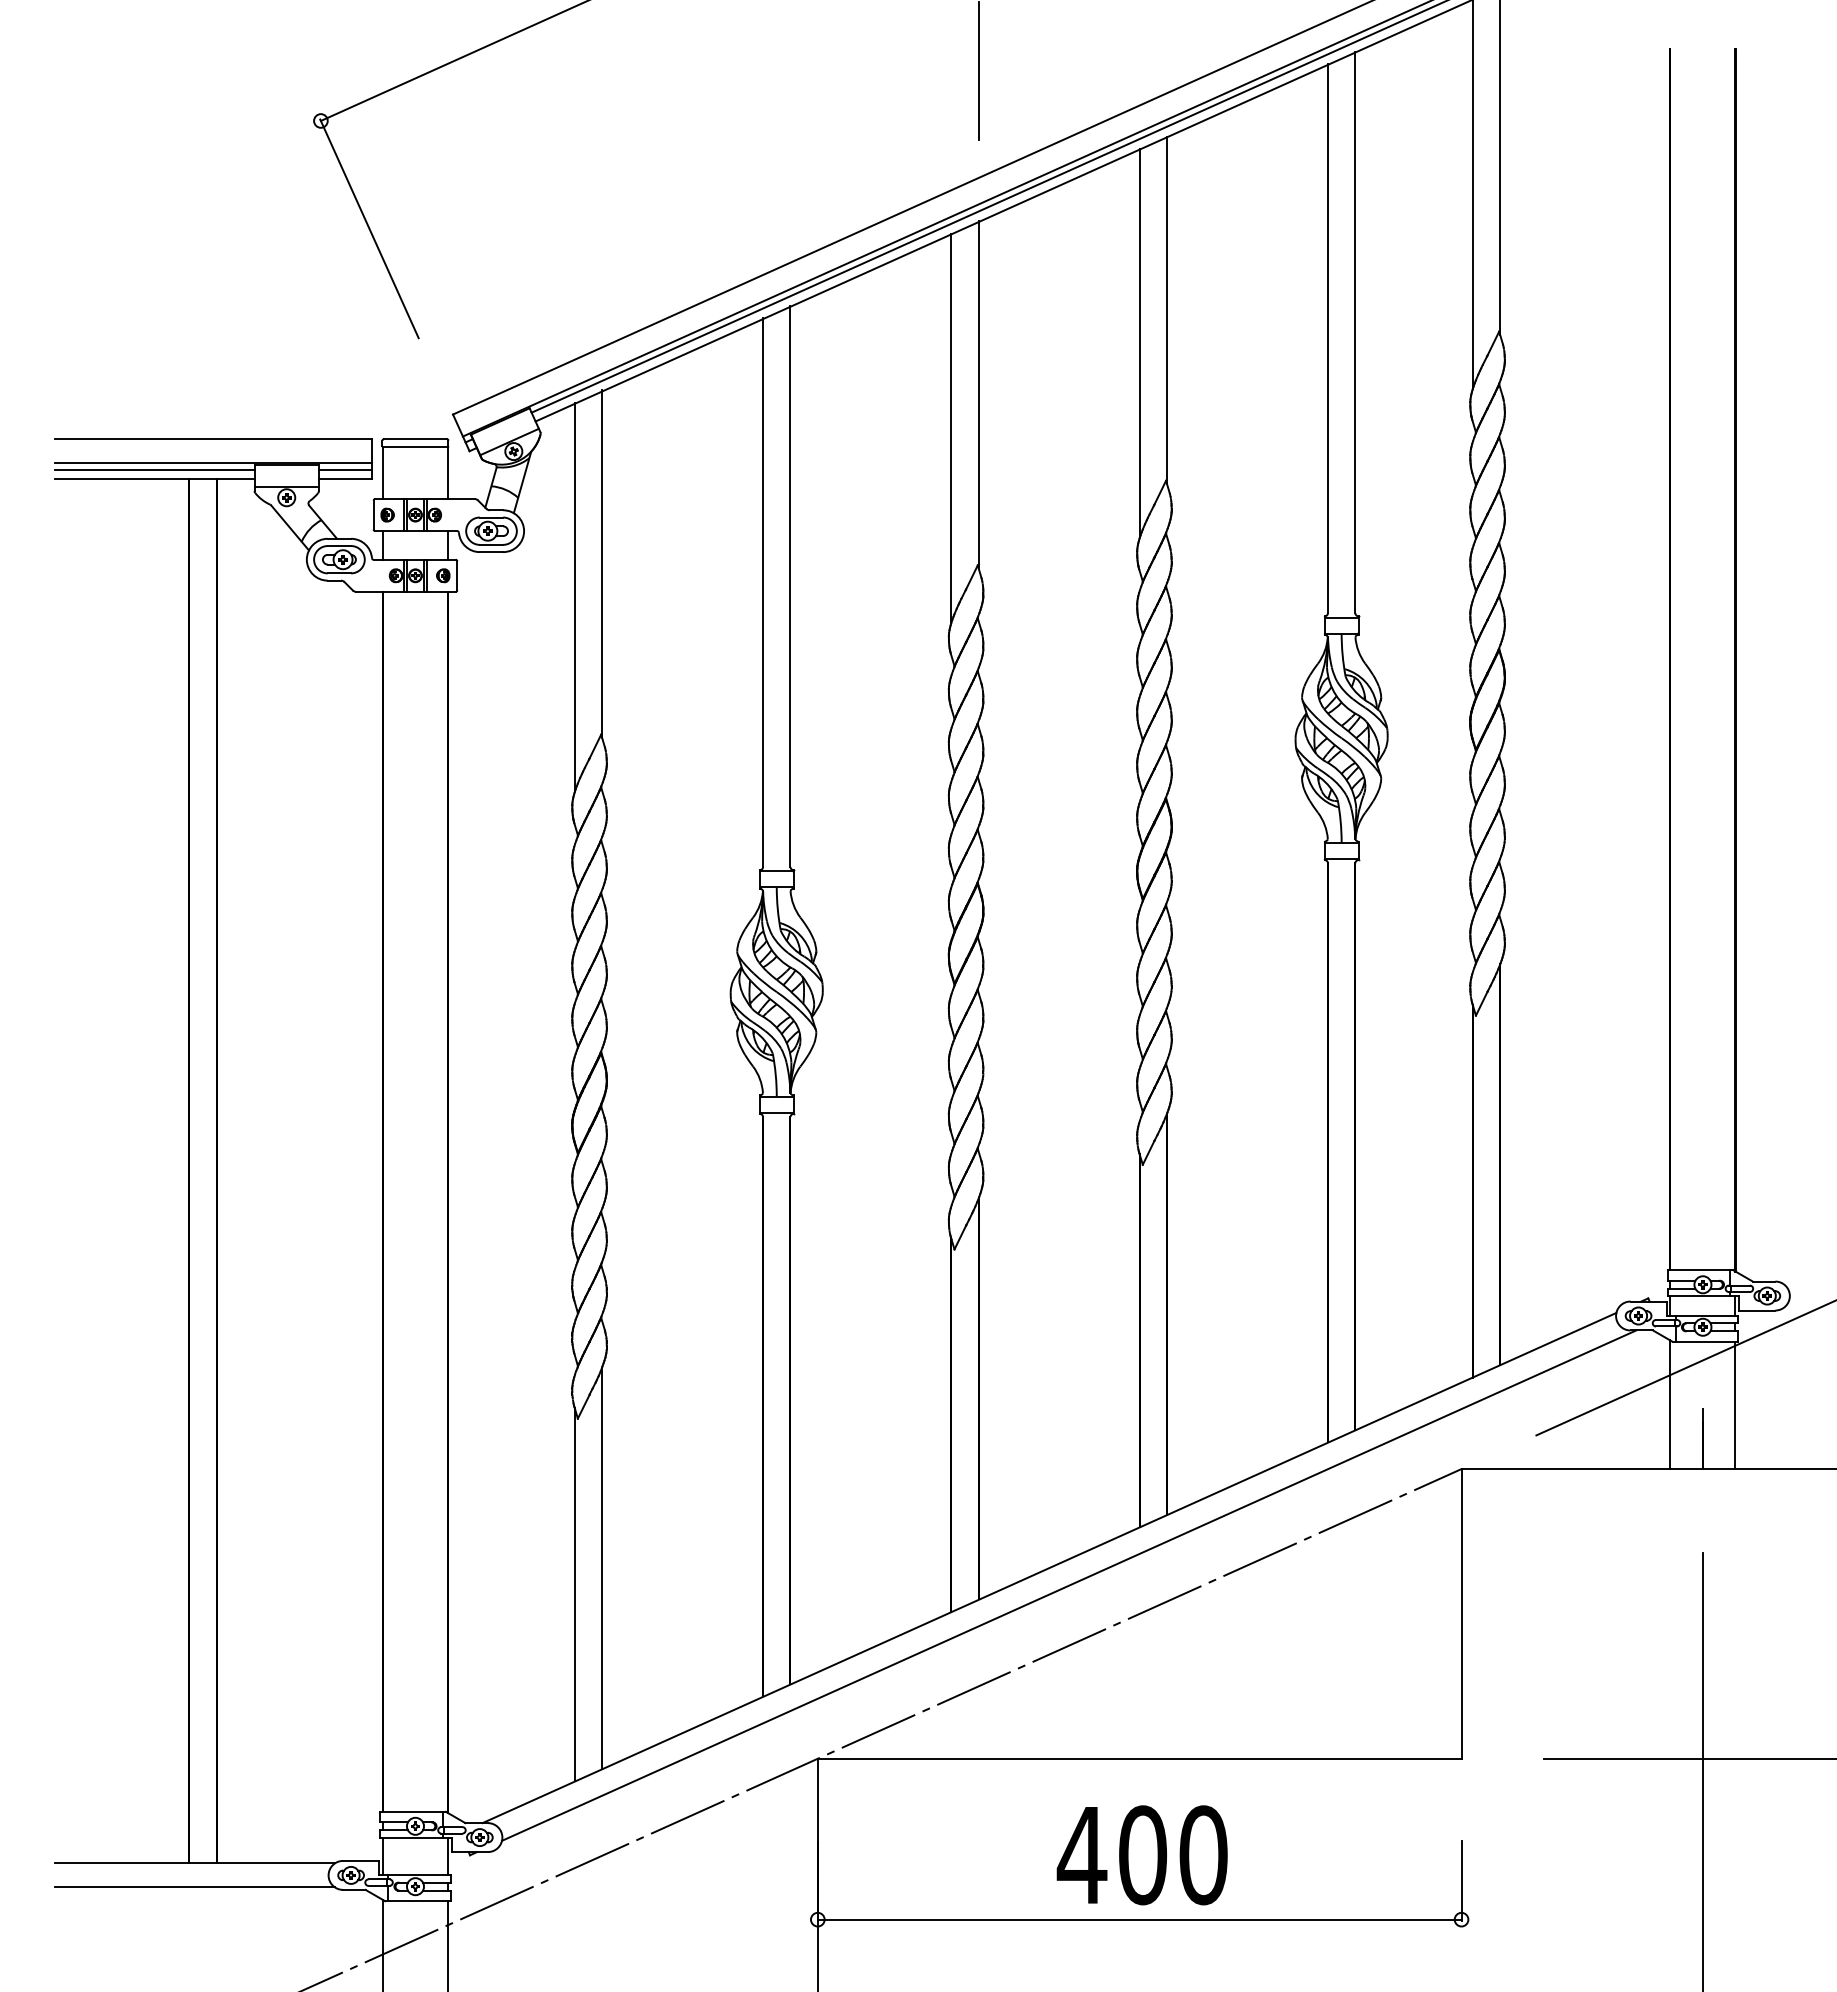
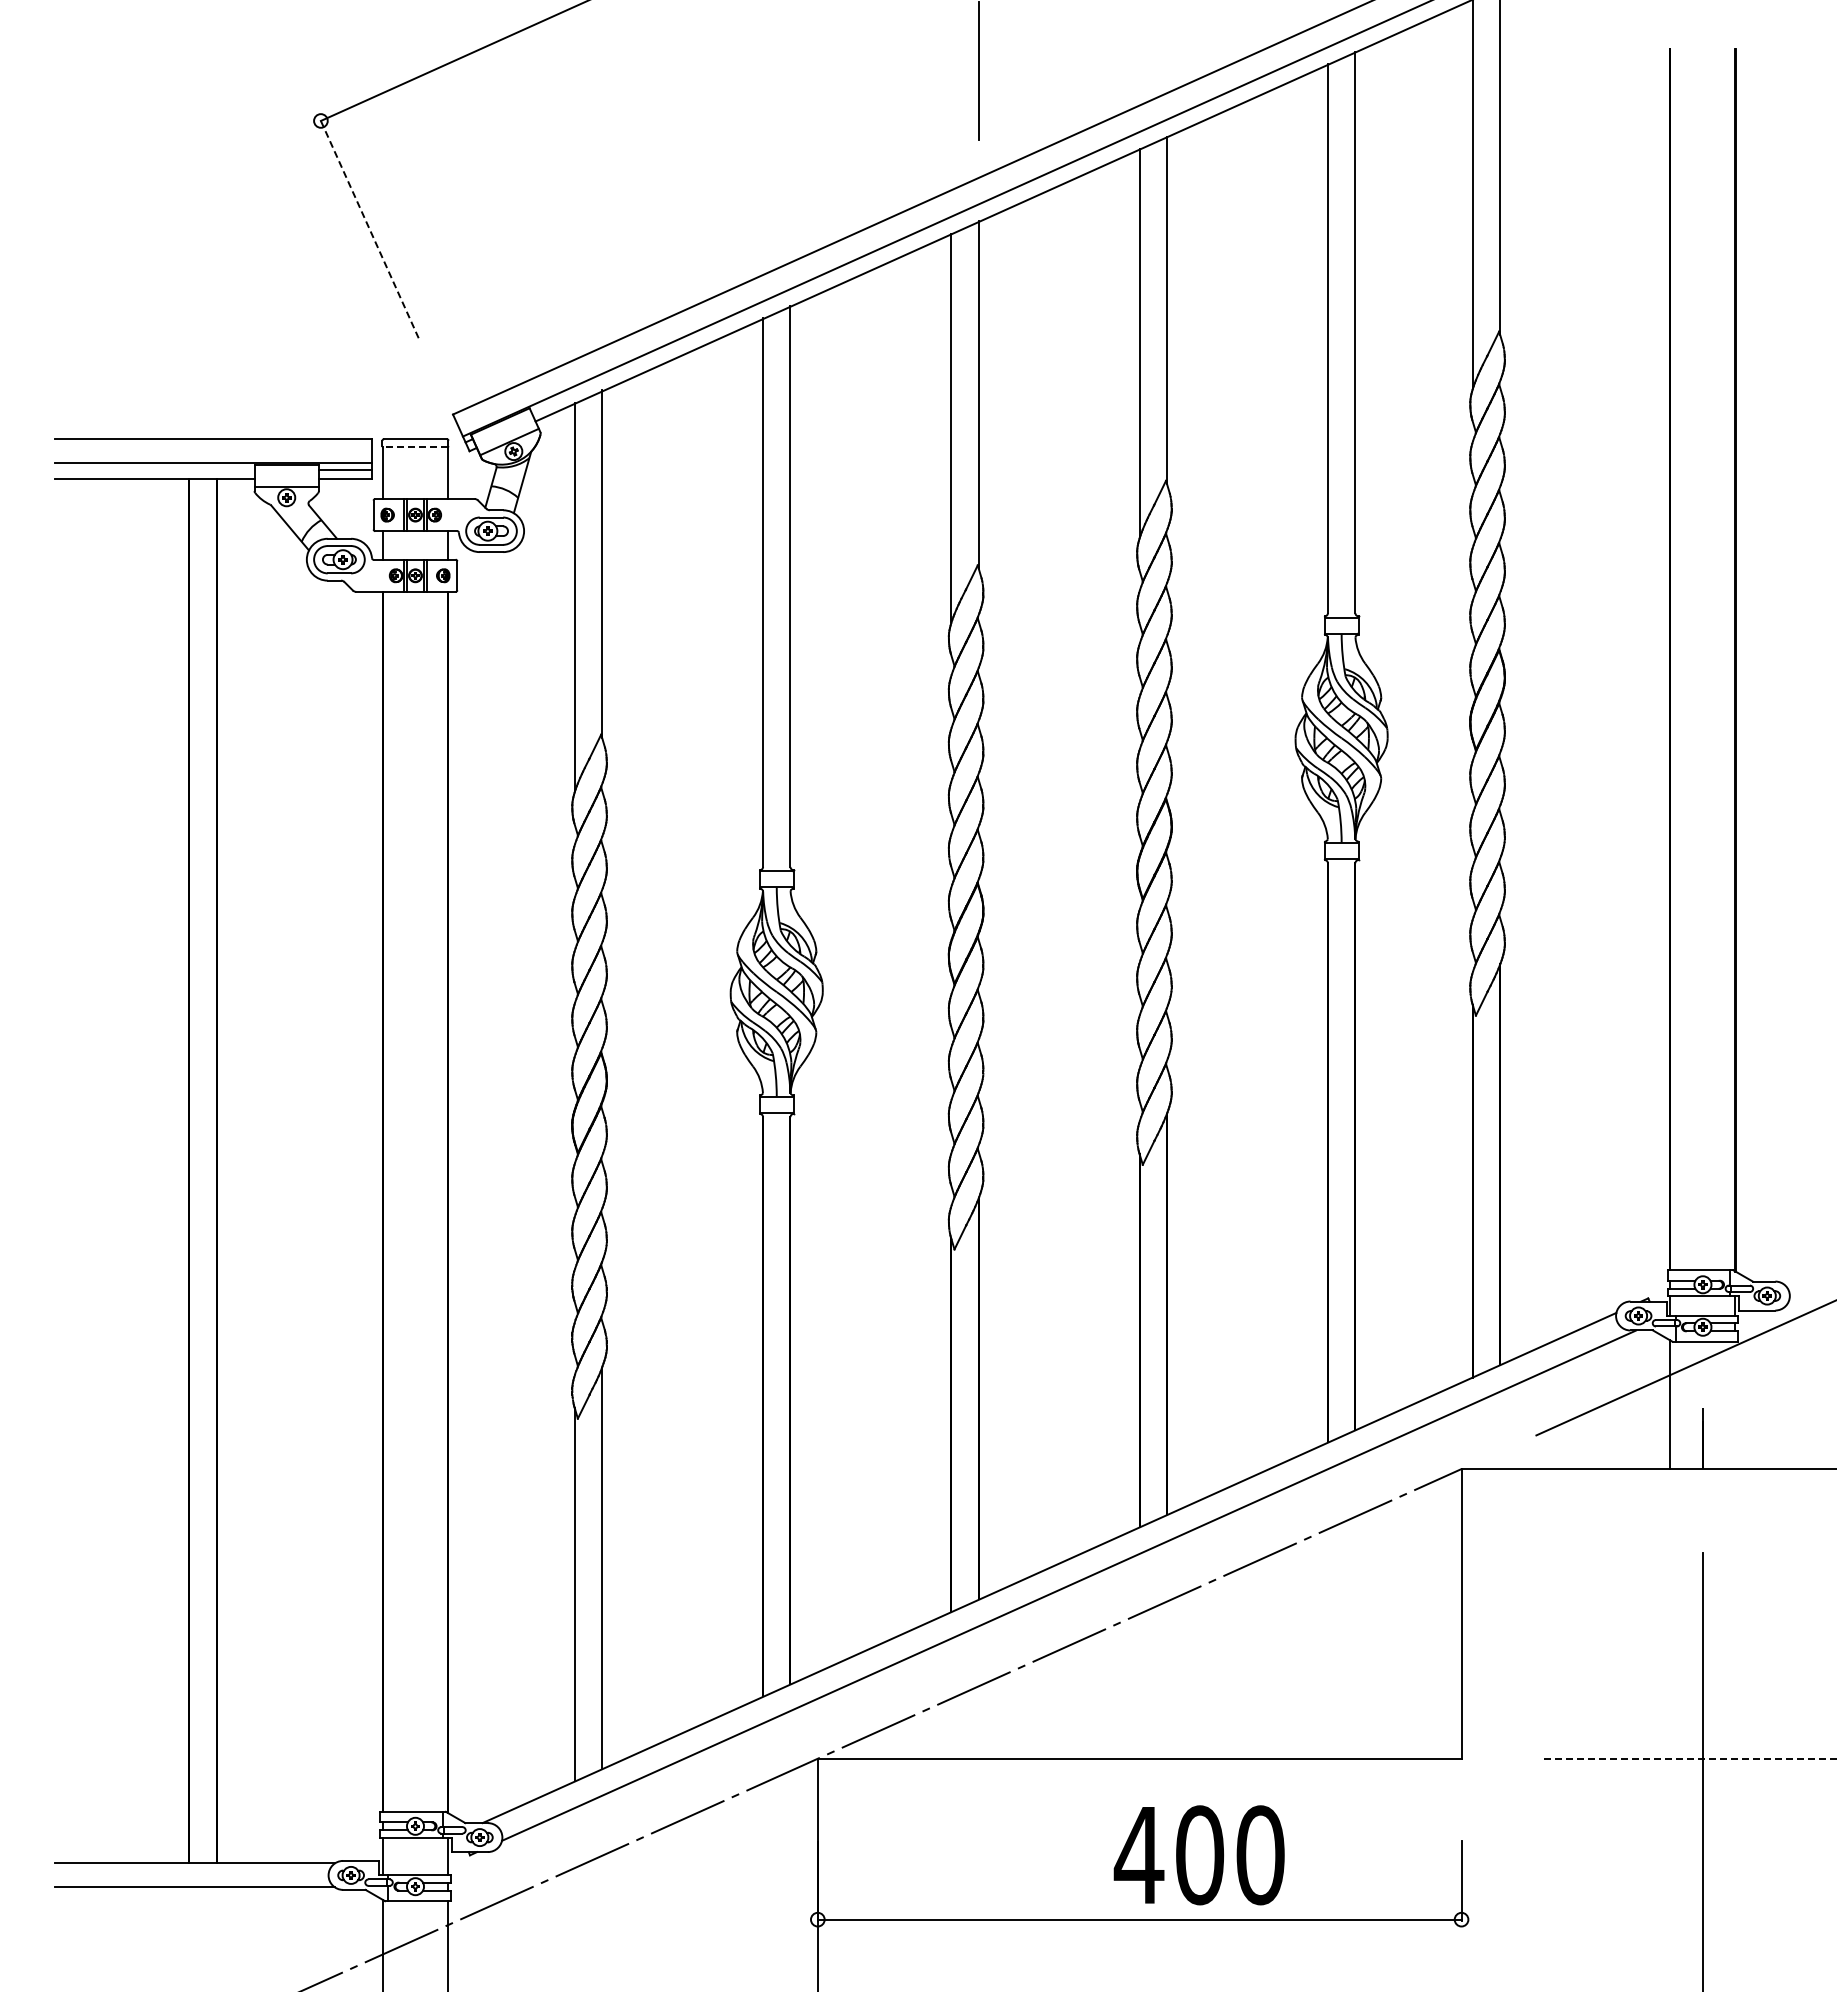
line at (987, 207): present -> none
line at (369, 228): solid -> dashed
line at (414, 447): solid -> dashed
line at (154, 469): present -> none
line at (1735, 1405): present -> none
line at (1690, 1758): solid -> dashed
text at (1141, 1855) position: (1141, 1855) -> (1198, 1855)
